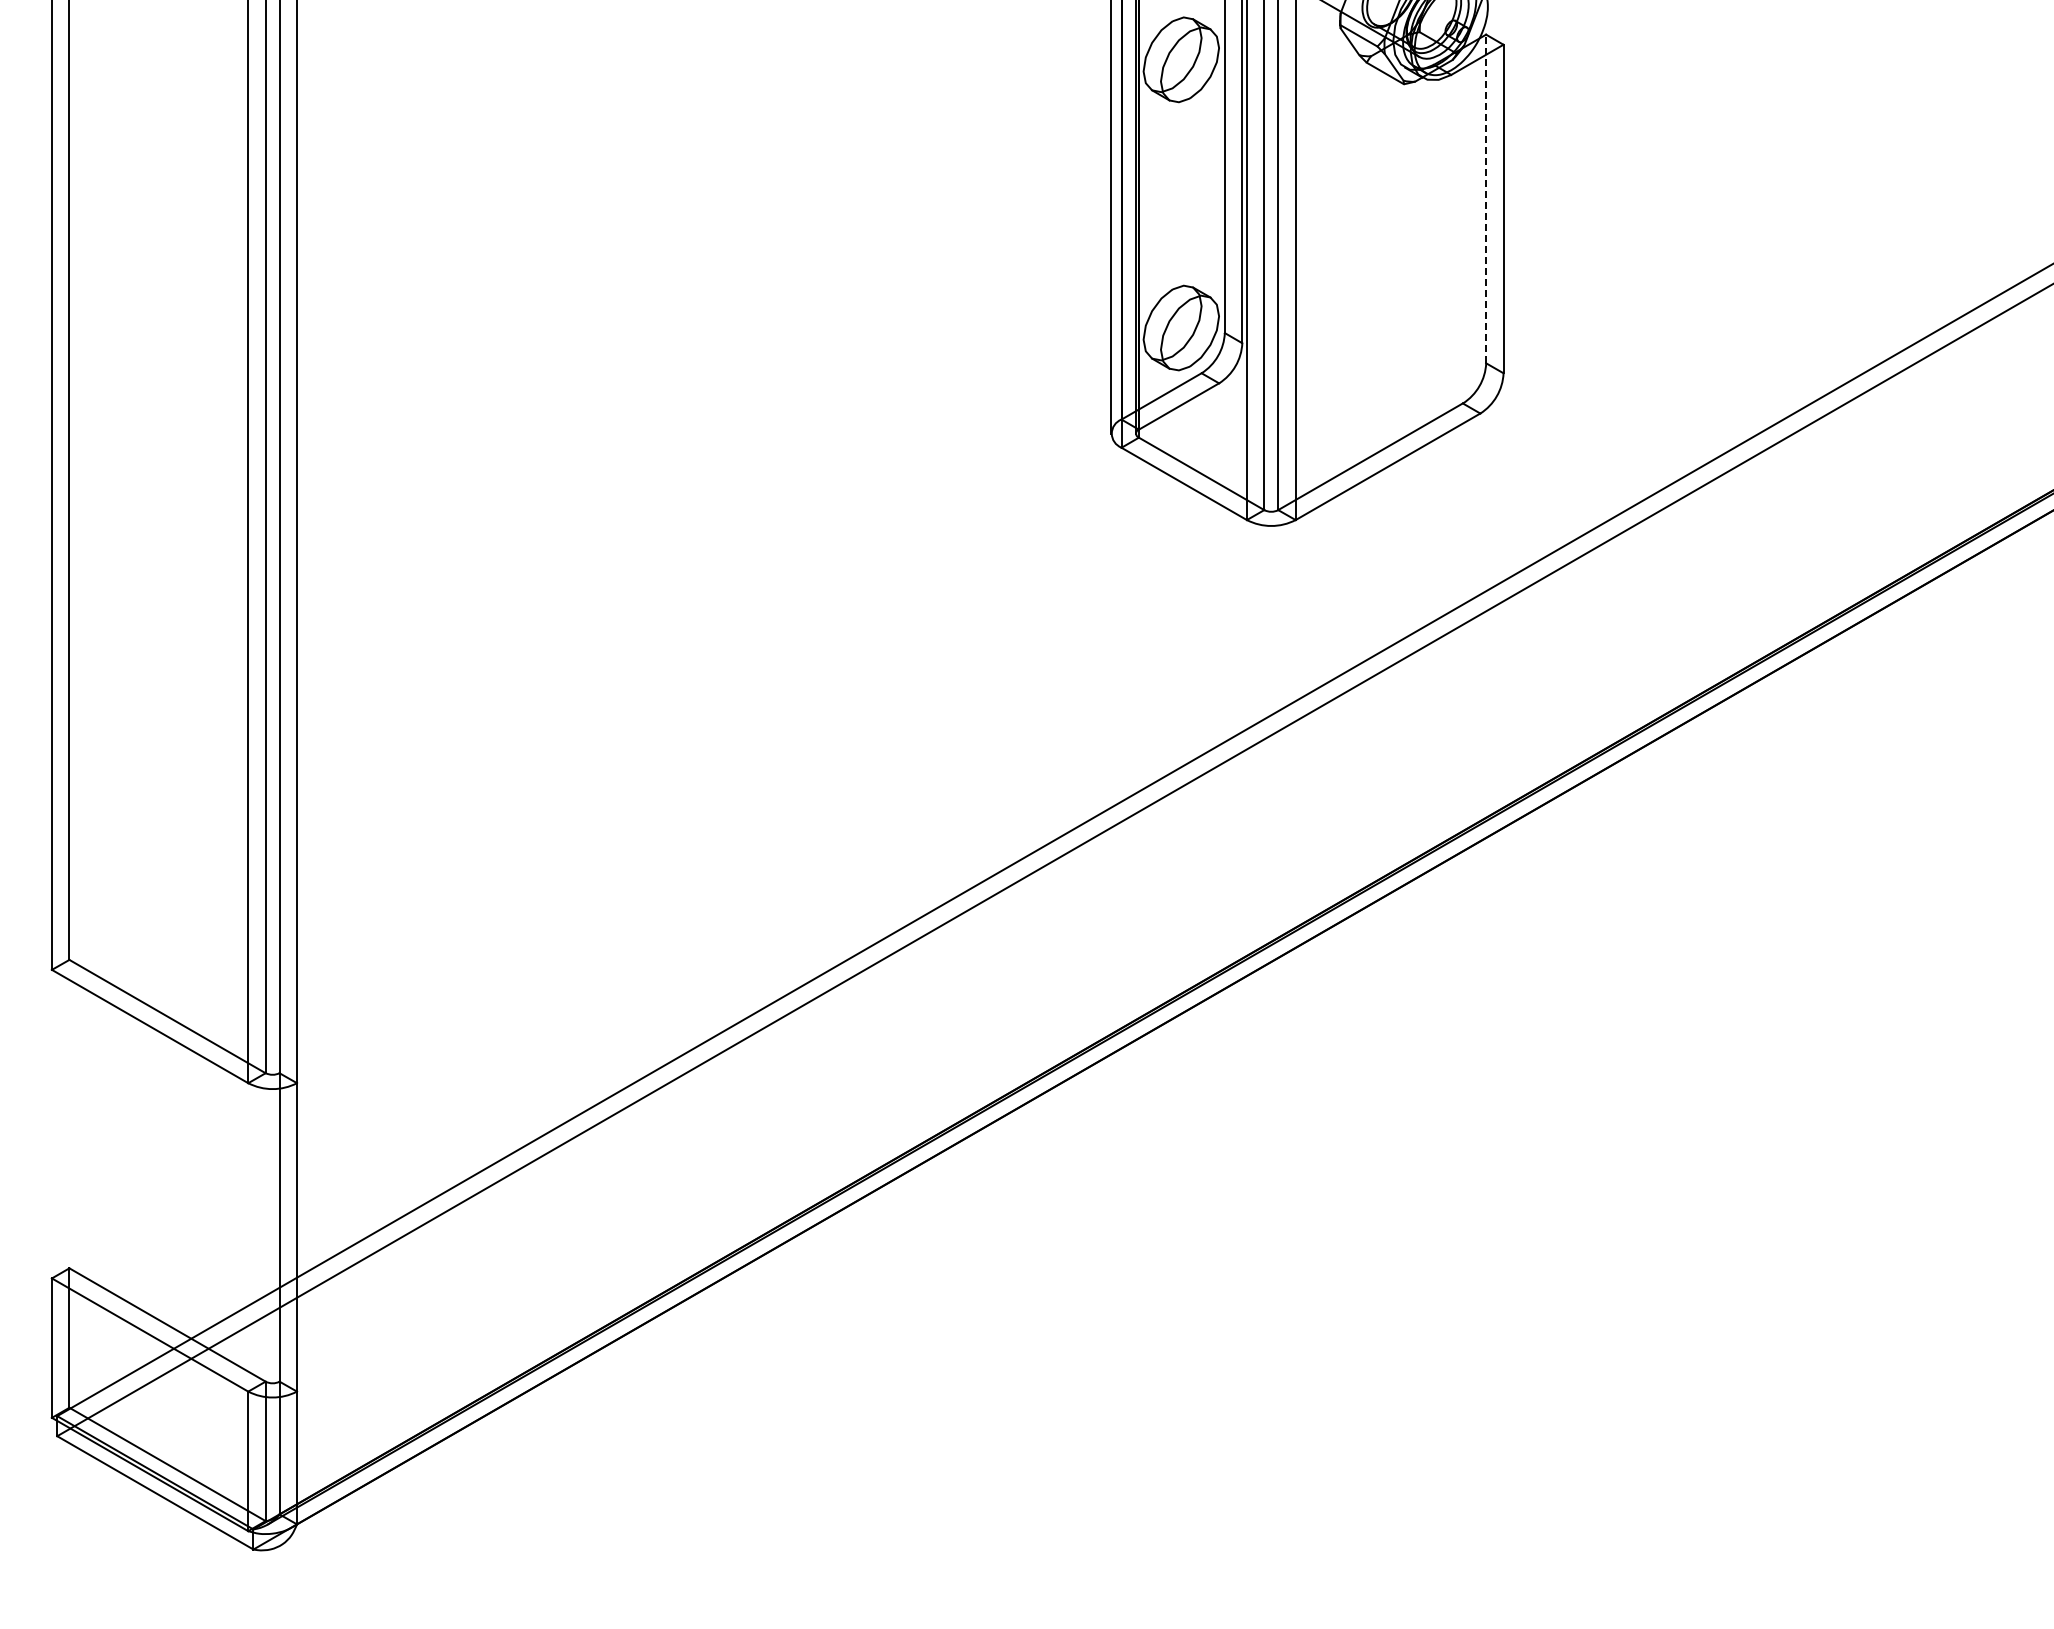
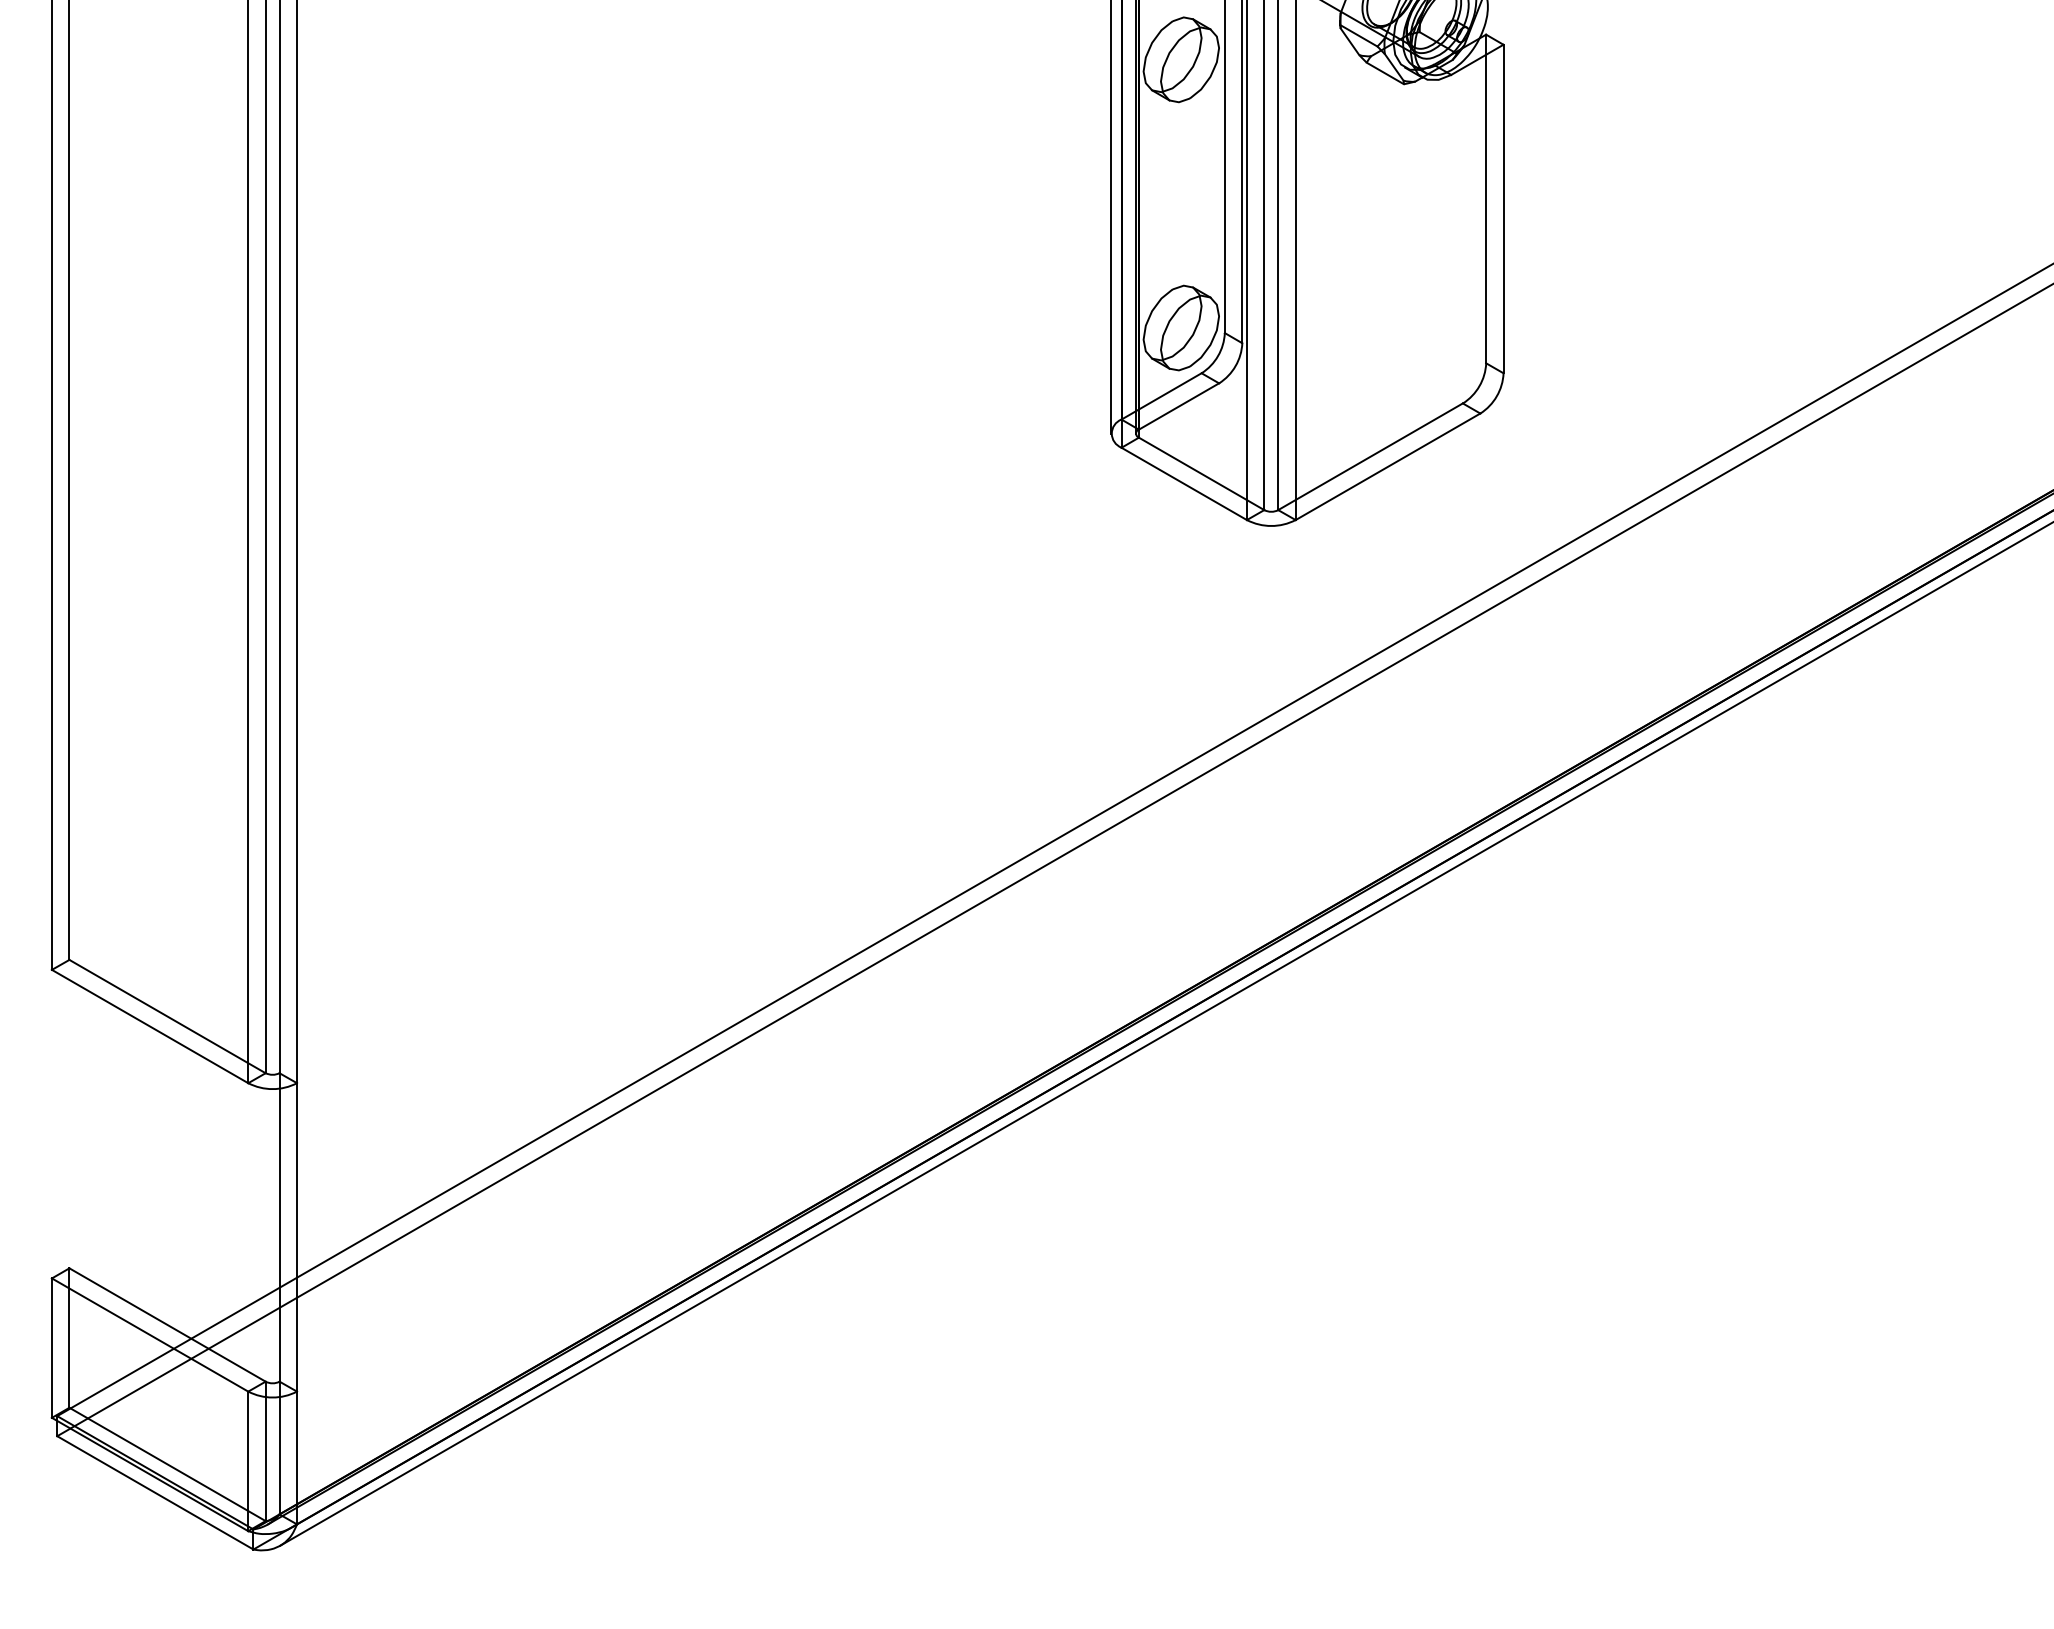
line at (1486, 198): dashed -> solid
line at (1165, 1034): none -> present
